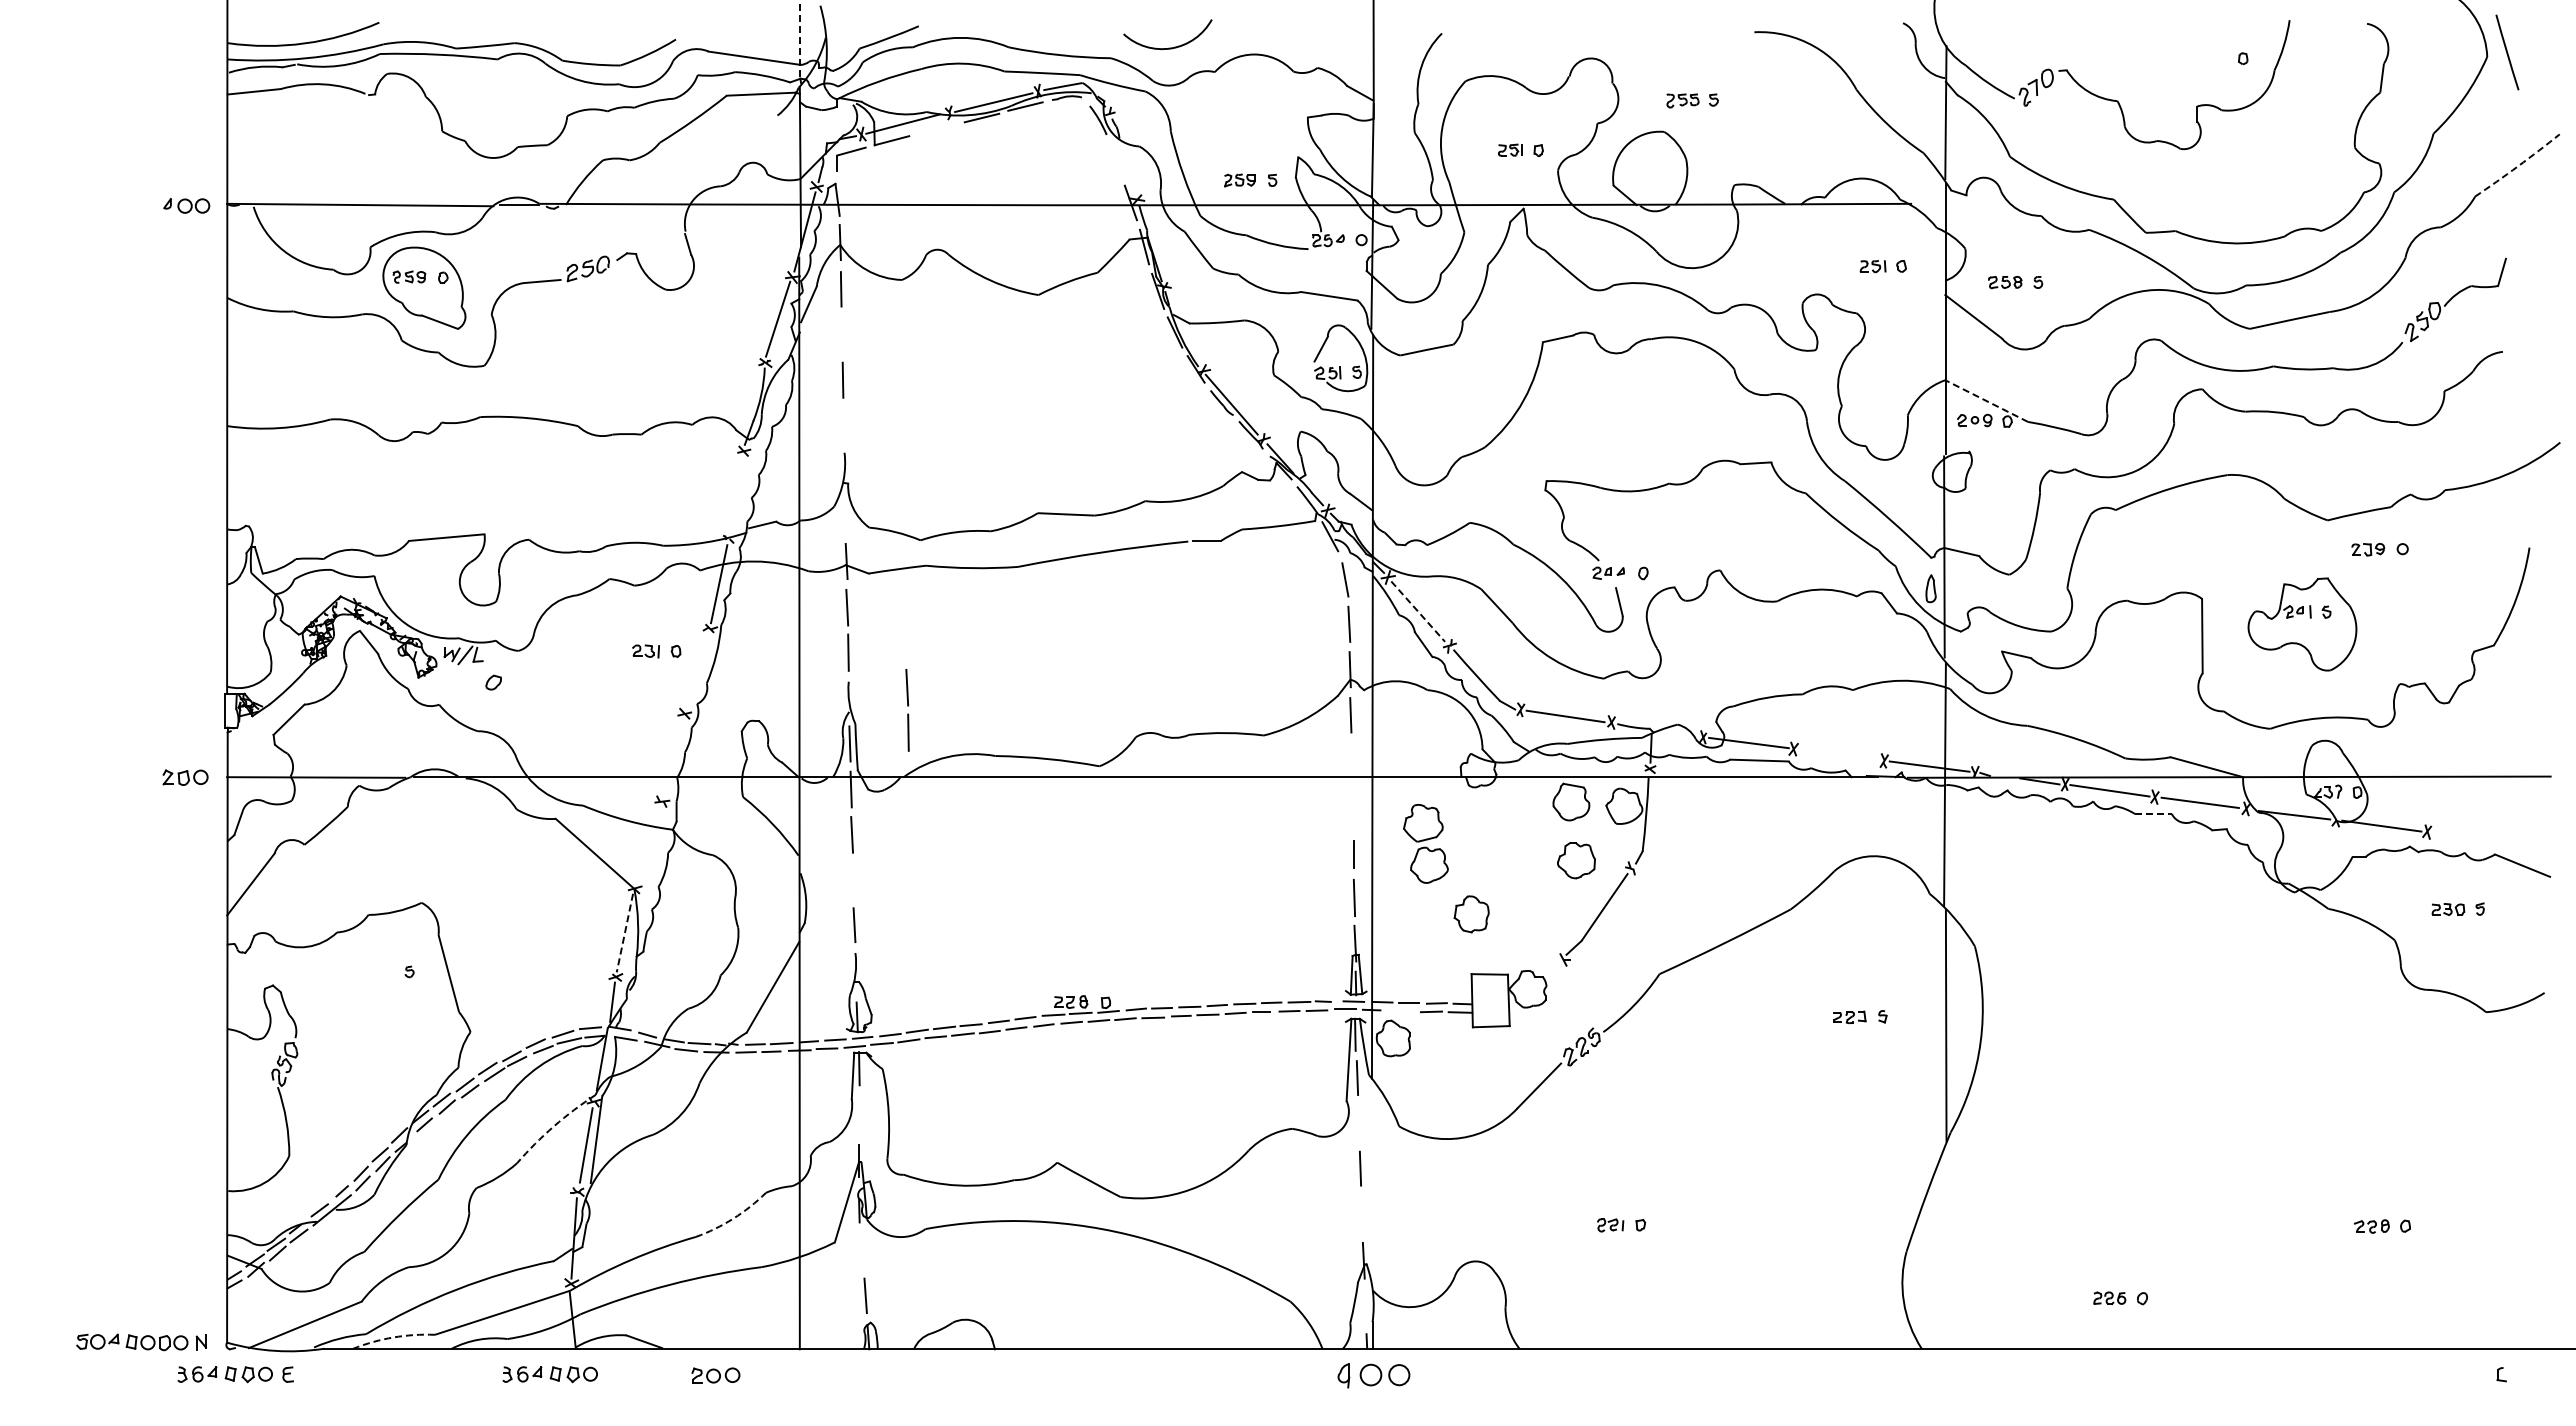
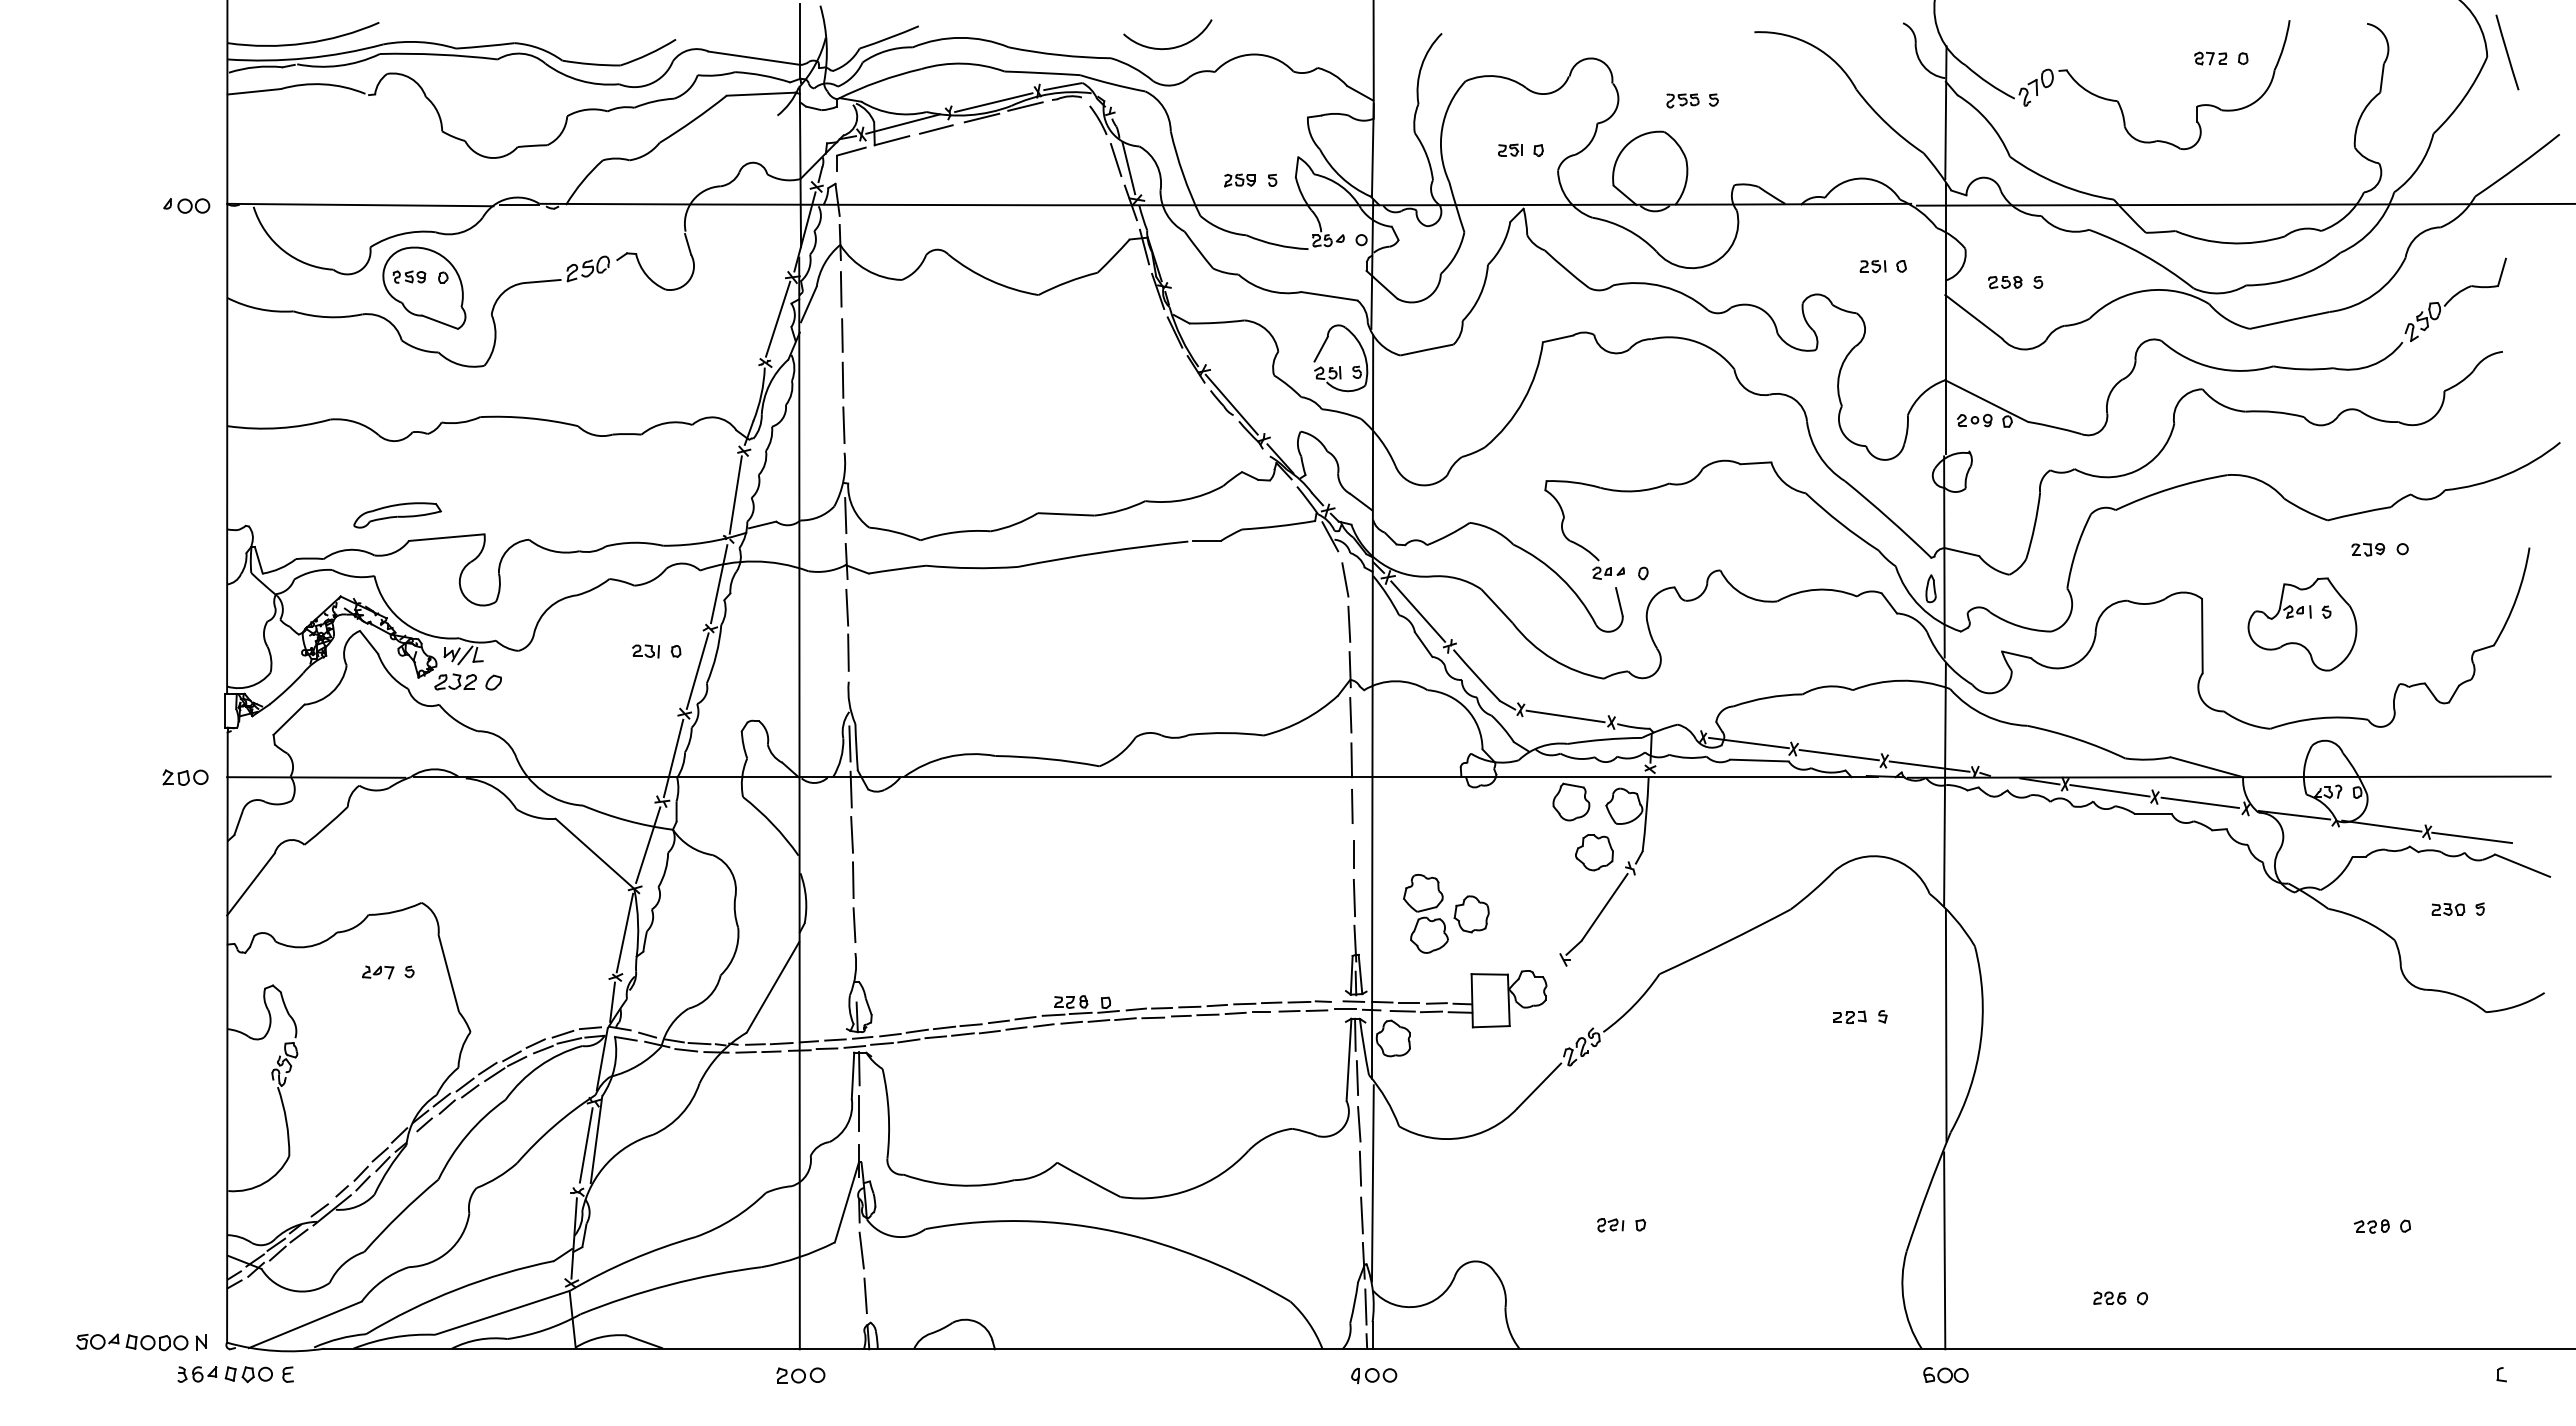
line at (800, 42): dashed -> solid
part at (2210, 58): none -> present
line at (936, 129): none -> present
line at (1115, 160): none -> present
arc at (2518, 166): dashed -> solid
line at (1128, 168): none -> present
line at (2244, 204): none -> present
line at (842, 335): none -> present
line at (1986, 400): dashed -> solid
line at (843, 425): none -> present
line at (735, 494): none -> present
part at (397, 515): none -> present
line at (845, 515): none -> present
line at (1418, 612): dashed -> solid
line at (697, 670): none -> present
part at (455, 681): none -> present
line at (907, 713): present -> none
line at (1838, 755): none -> present
line at (673, 758): none -> present
line at (1351, 760): none -> present
line at (1352, 806): none -> present
line at (2153, 814): dashed -> solid
line at (2472, 837): none -> present
part at (1425, 843) position: (1425, 843) -> (1425, 913)
line at (648, 844): none -> present
part at (1576, 860) position: (1576, 860) -> (1594, 852)
line at (853, 880): none -> present
line at (624, 933): dashed -> solid
part at (378, 972): none -> present
line at (1402, 1010): none -> present
line at (859, 1113): none -> present
line at (1359, 1124): none -> present
arc at (553, 1126): dashed -> solid
line at (1372, 1183): none -> present
line at (1361, 1215): none -> present
arc at (733, 1218): dashed -> solid
line at (861, 1250): none -> present
line at (1944, 1250): none -> present
line at (1365, 1306): none -> present
arc at (393, 1337): dashed -> solid
part at (549, 1374): present -> none
part at (715, 1375) position: (715, 1375) -> (800, 1375)
part at (1373, 1375) size: 74x26 px -> 47x18 px
part at (1945, 1375): none -> present
